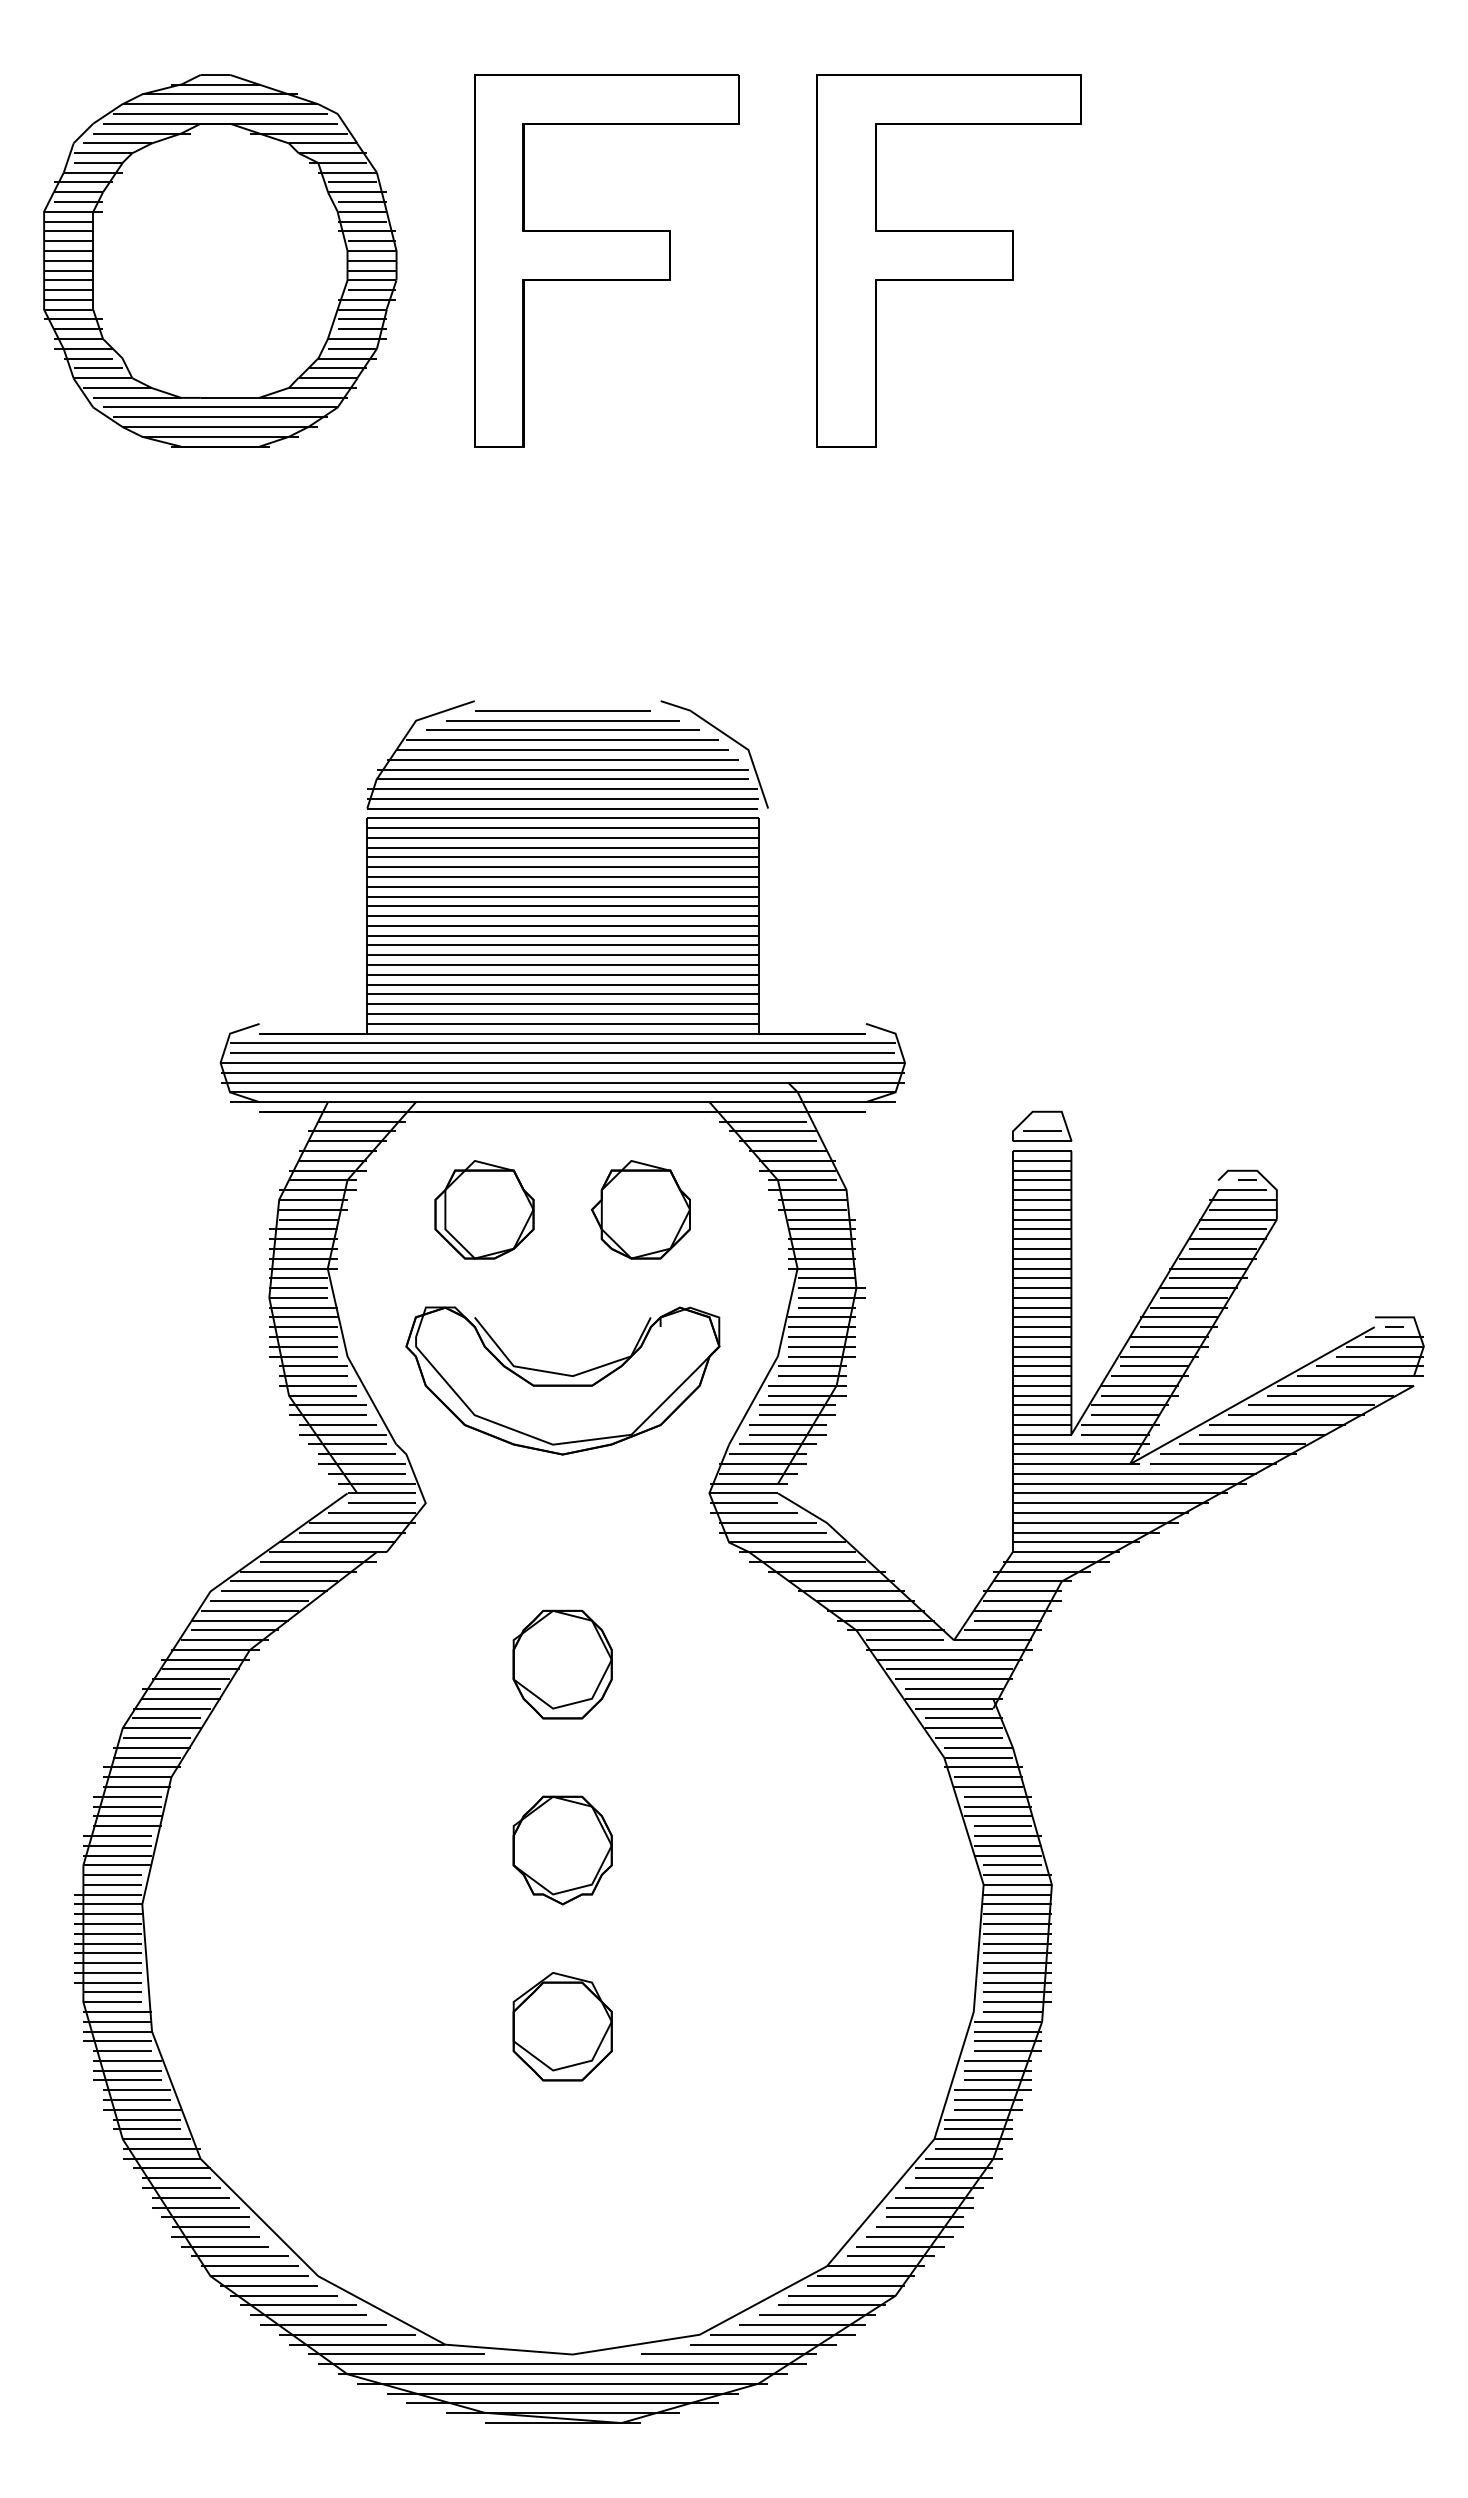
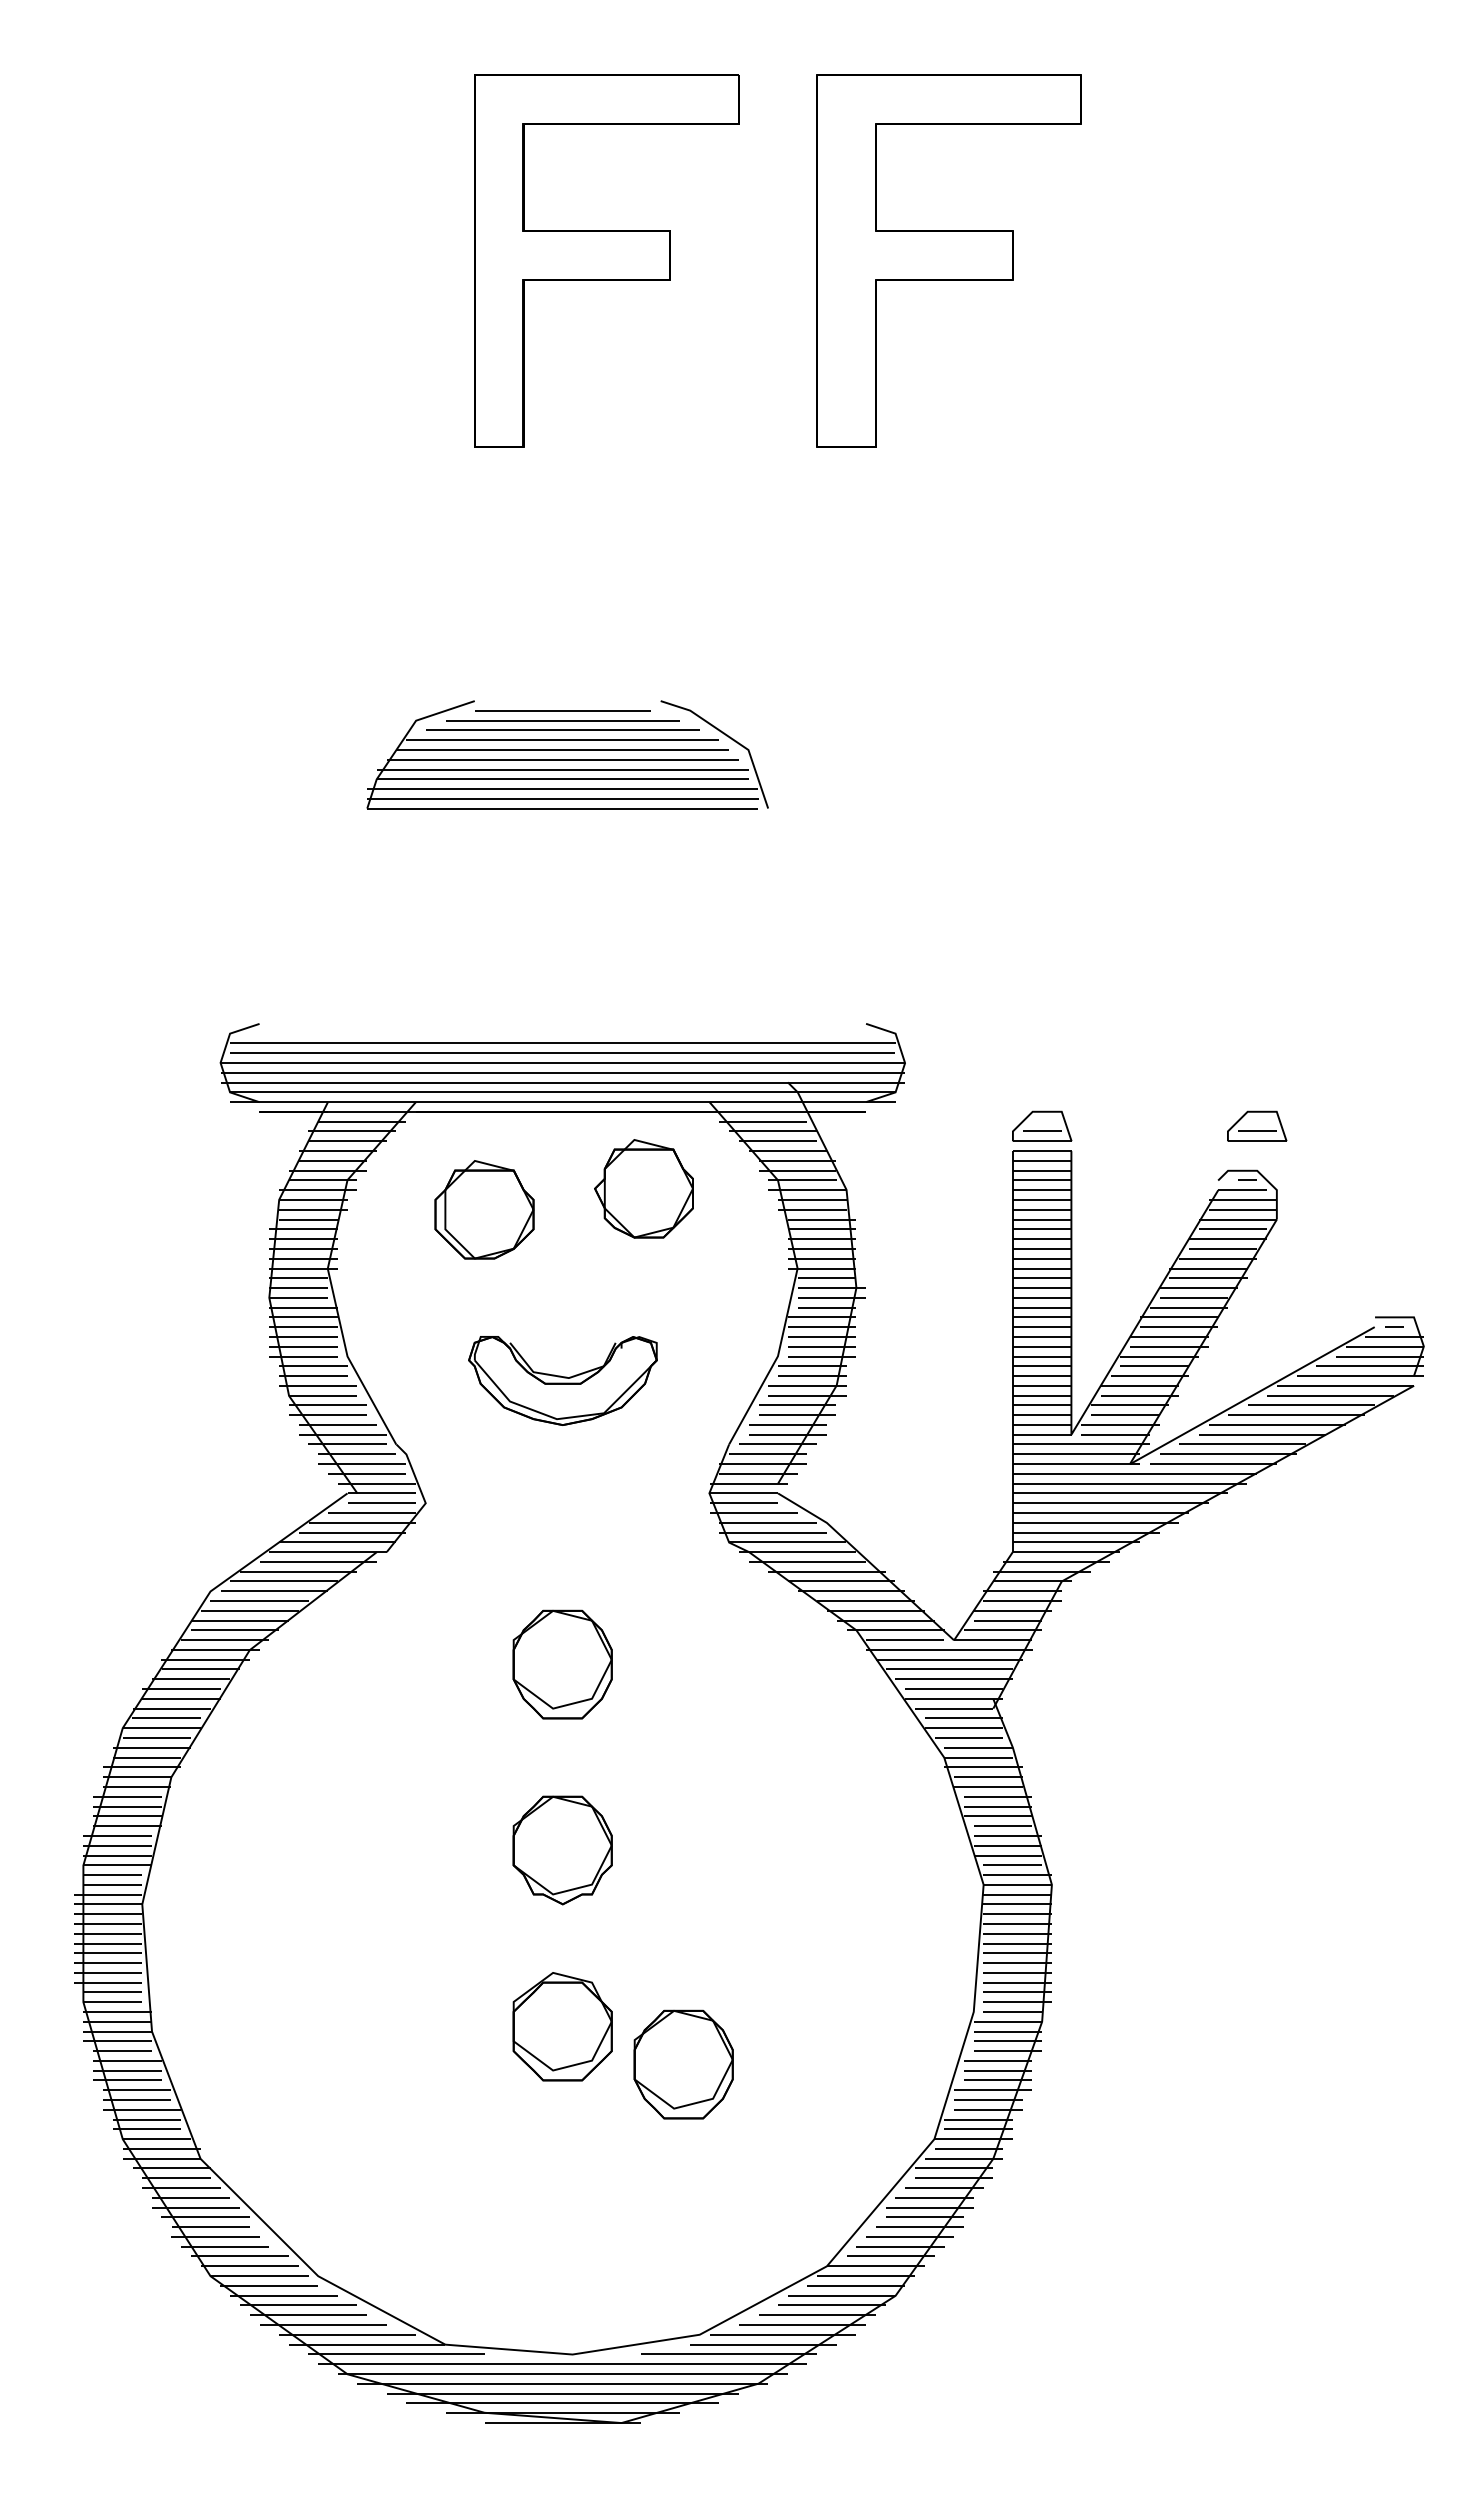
part at (220, 260): present -> none
part at (562, 925): present -> none
part at (1257, 1125): none -> present
part at (640, 1209) position: (640, 1209) -> (643, 1188)
part at (562, 1380) size: 316x150 px -> 190x90 px
part at (683, 2064): none -> present
